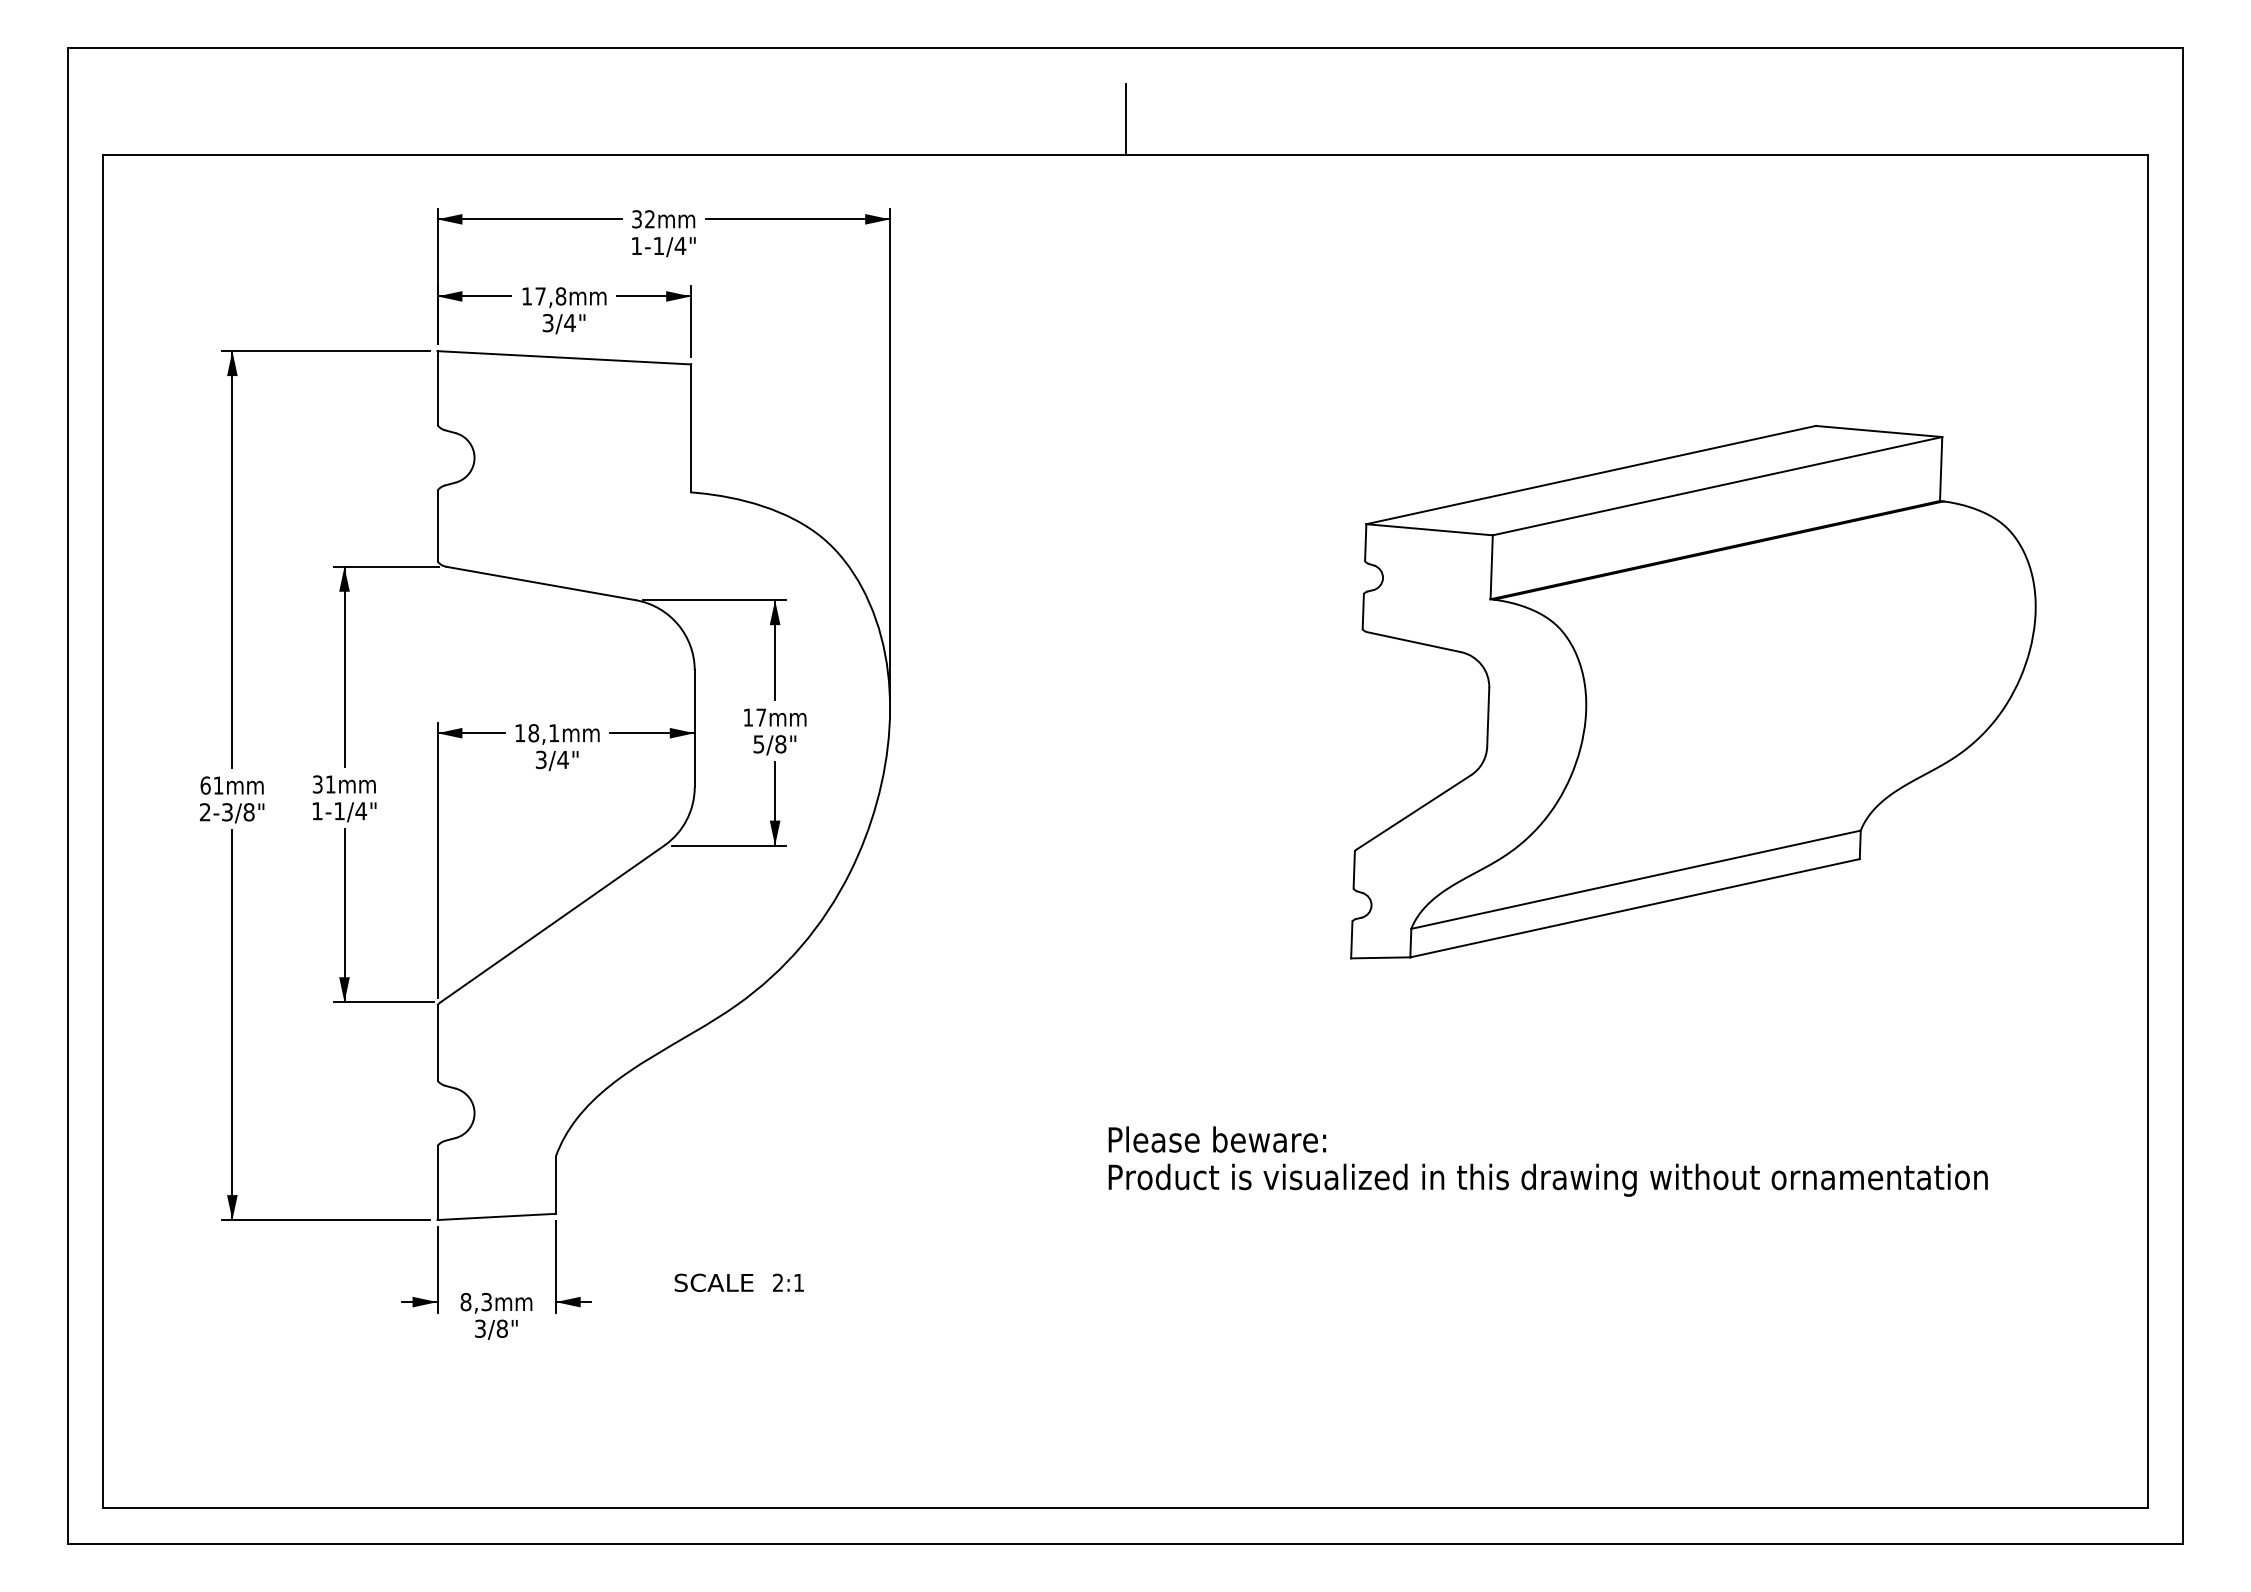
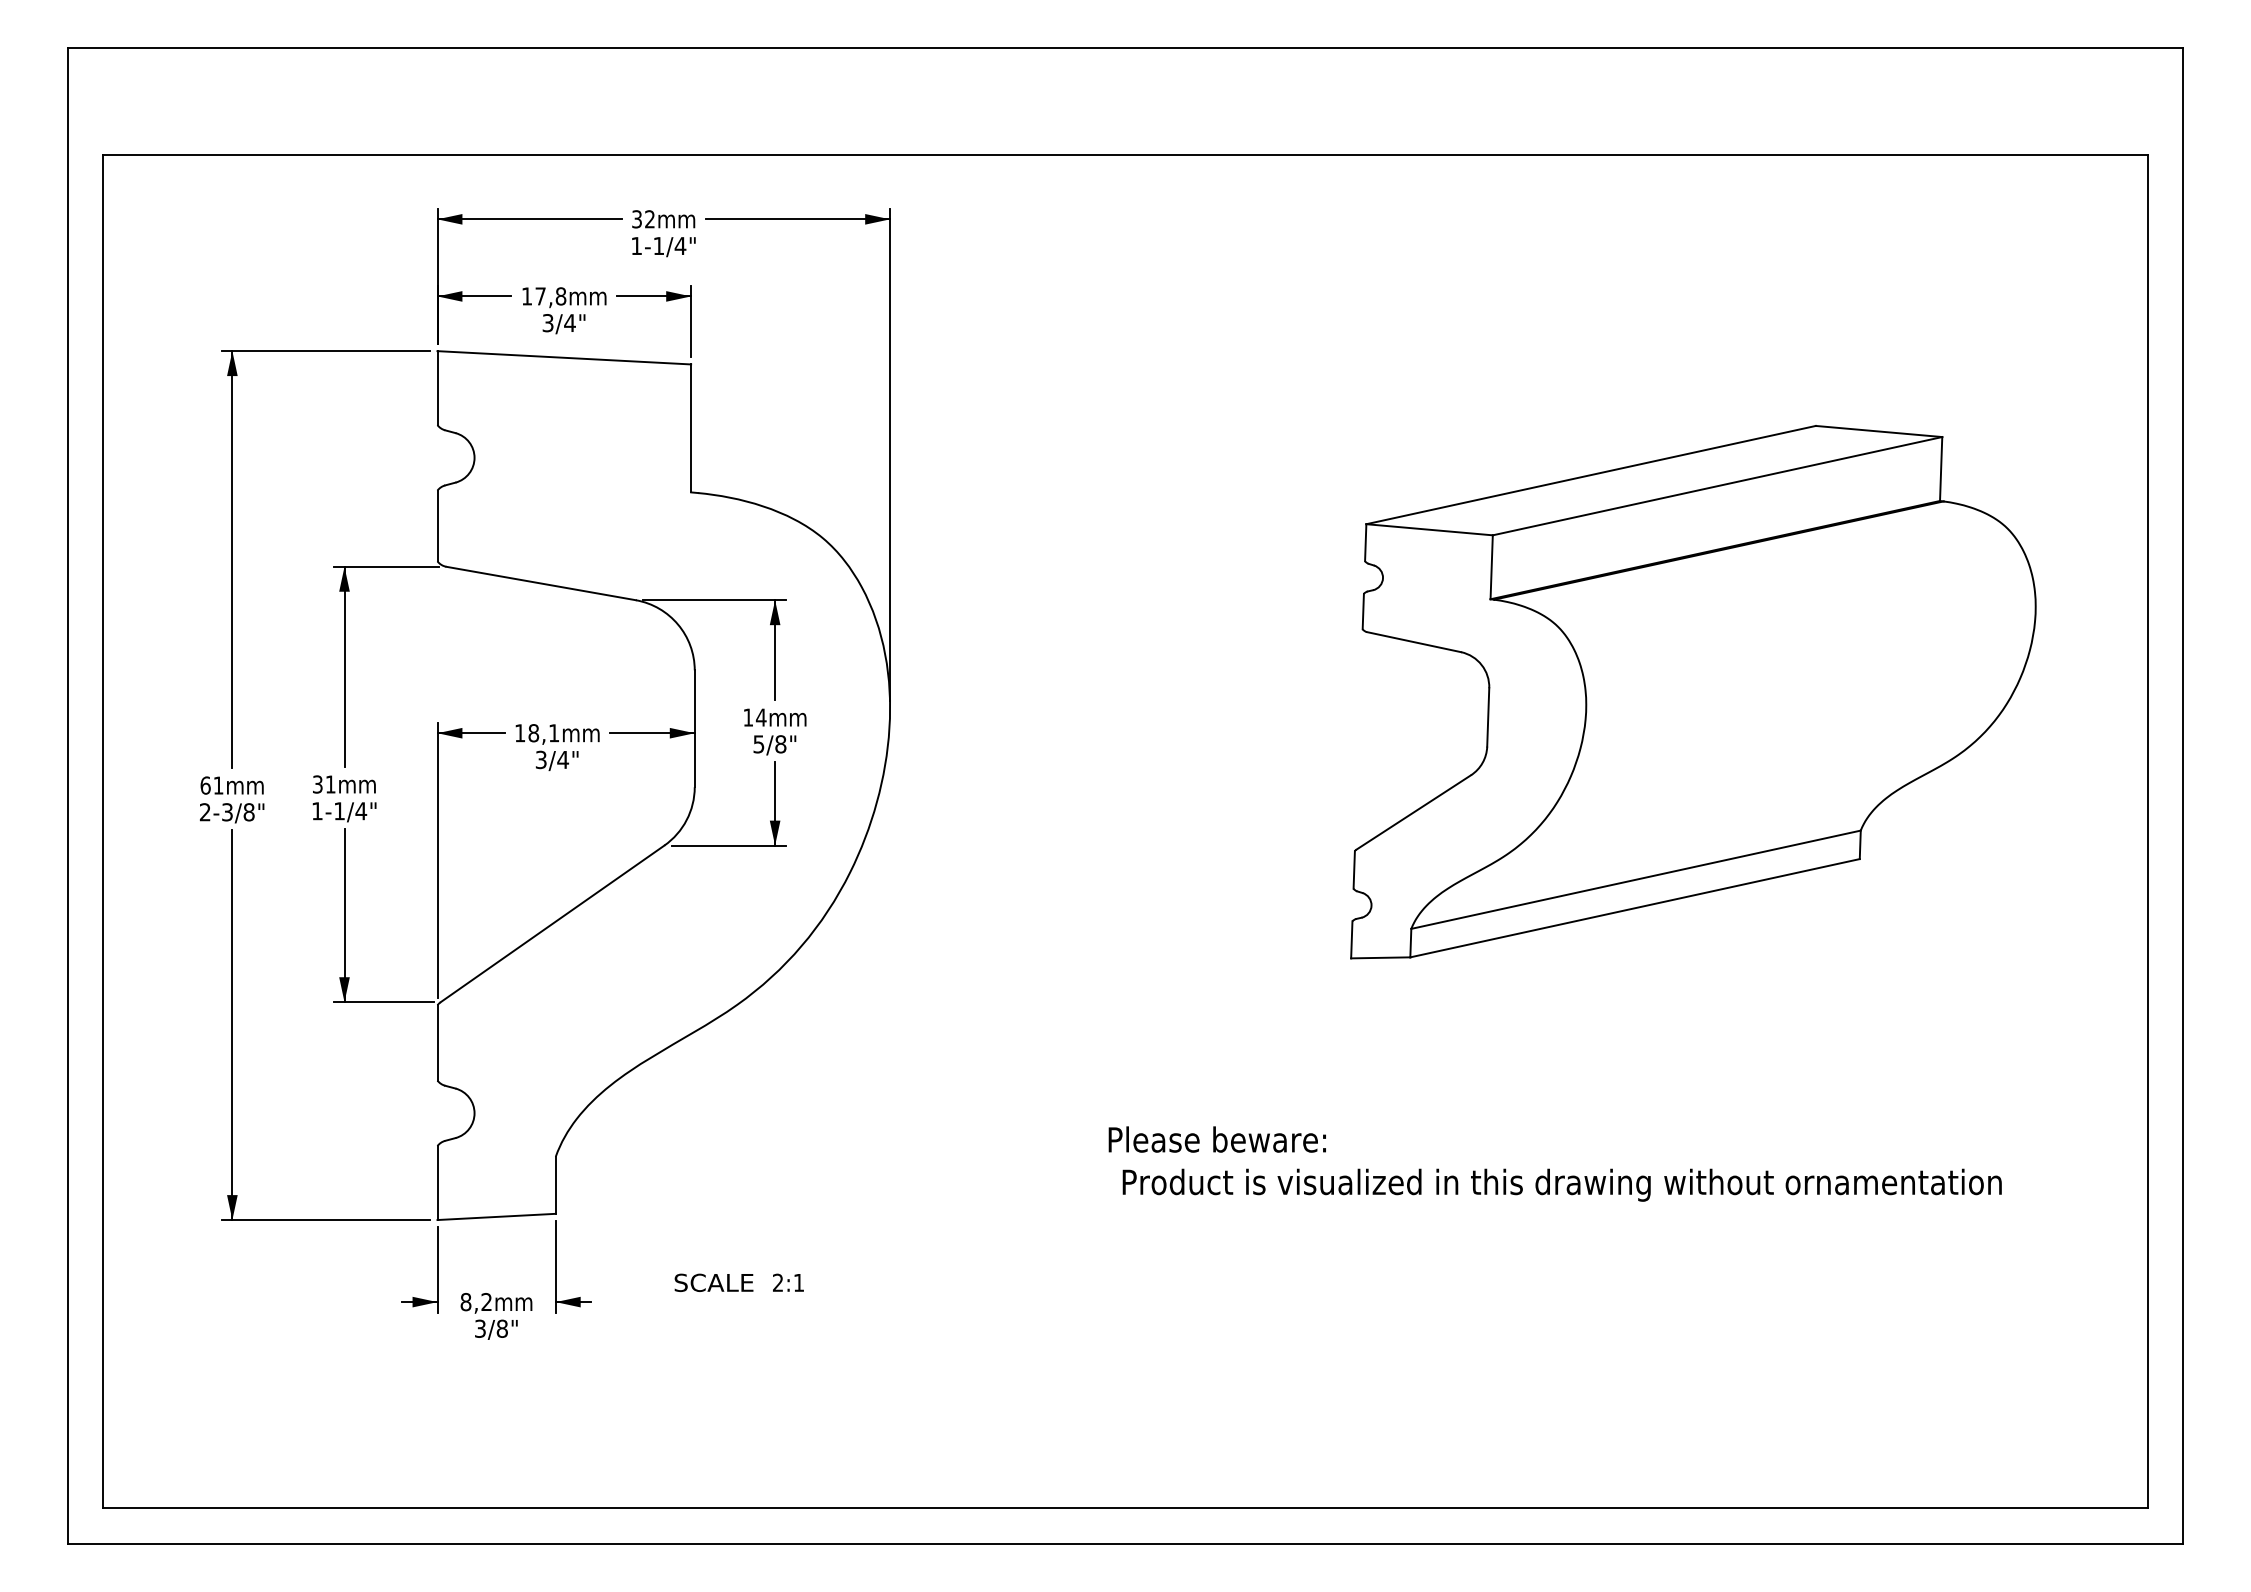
line at (1125, 118): present -> none
text at (760, 717): 17 -> 14
text at (1547, 1179) position: (1547, 1179) -> (1561, 1184)
text at (486, 1302): 8,3 -> 8,2
